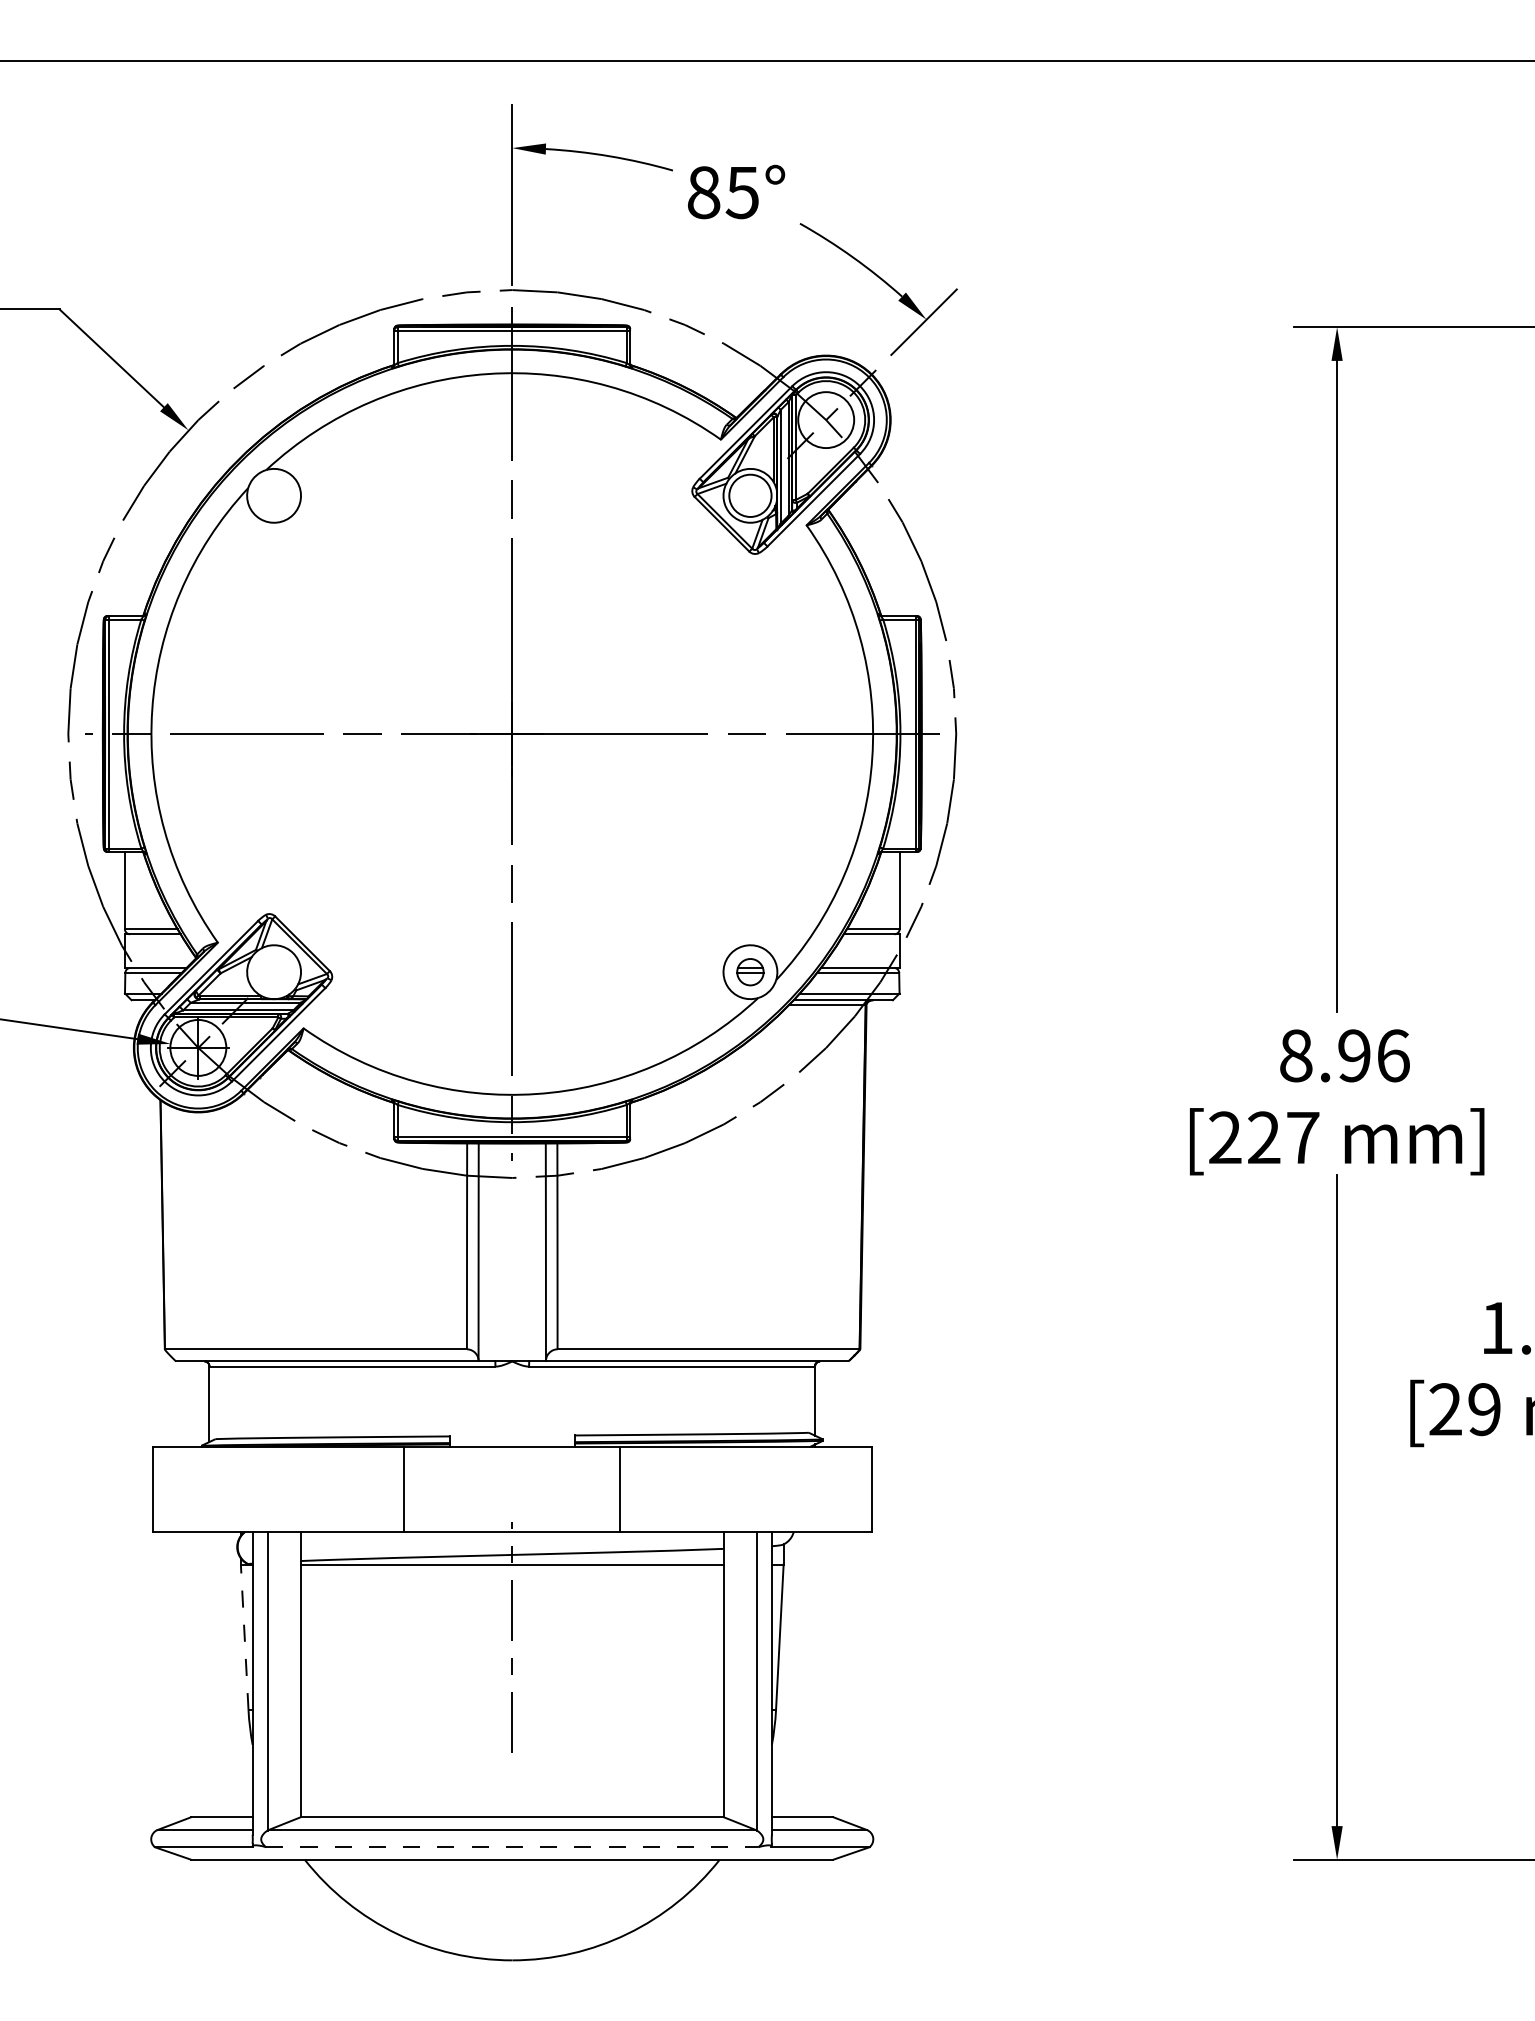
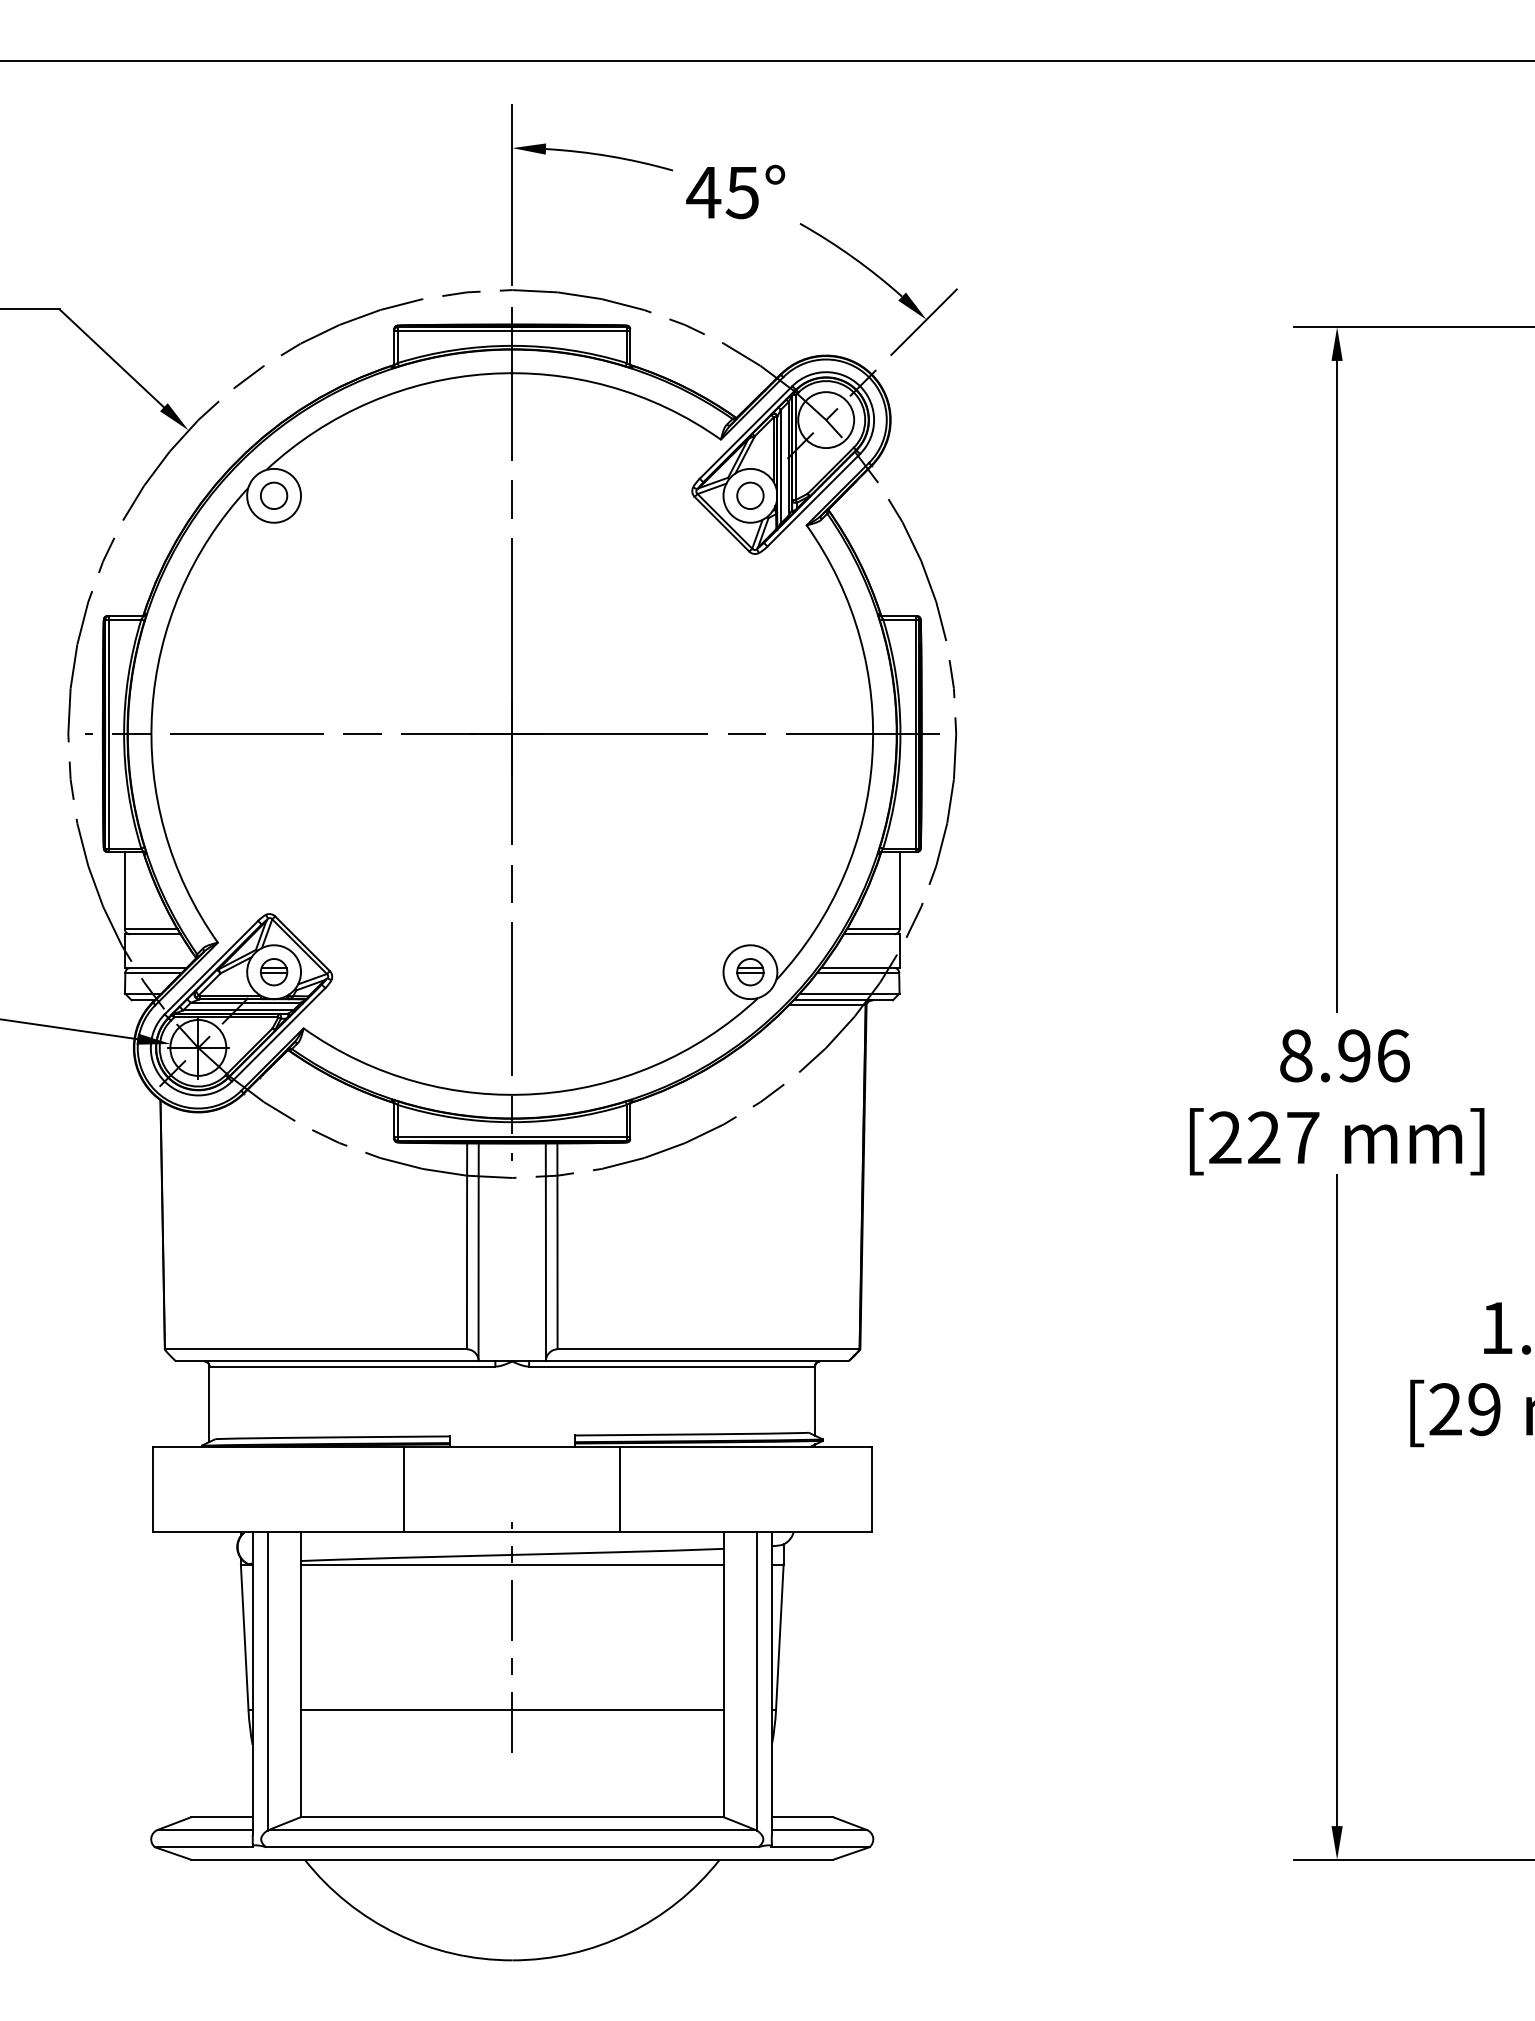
text at (703, 192): 85° -> 45°
circle at (274, 495): none -> present
circle at (750, 495) diameter: 42 px -> 26 px
part at (274, 972): none -> present
line at (244, 1637): dashed -> solid
line at (512, 1710): none -> present
line at (512, 1847): dashed -> solid
